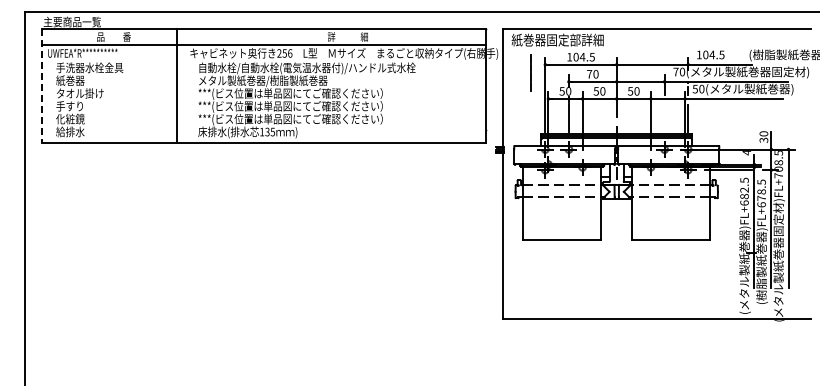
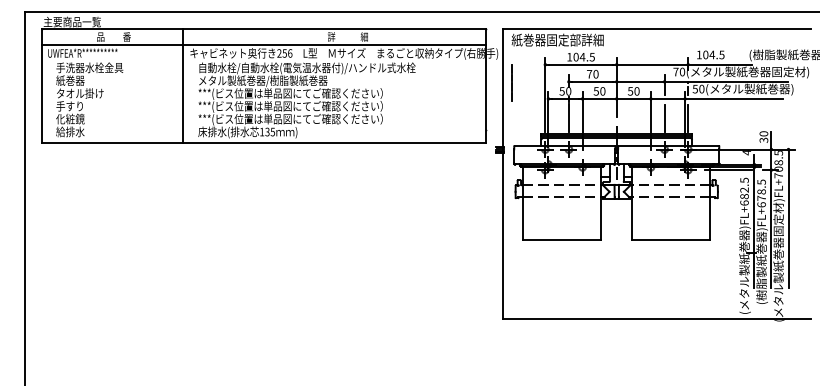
line at (530, 72) position: (530, 72) -> (511, 82)
line at (176, 85) position: (176, 85) -> (182, 85)
line at (41, 86): dashed -> solid
line at (664, 118): none -> present
